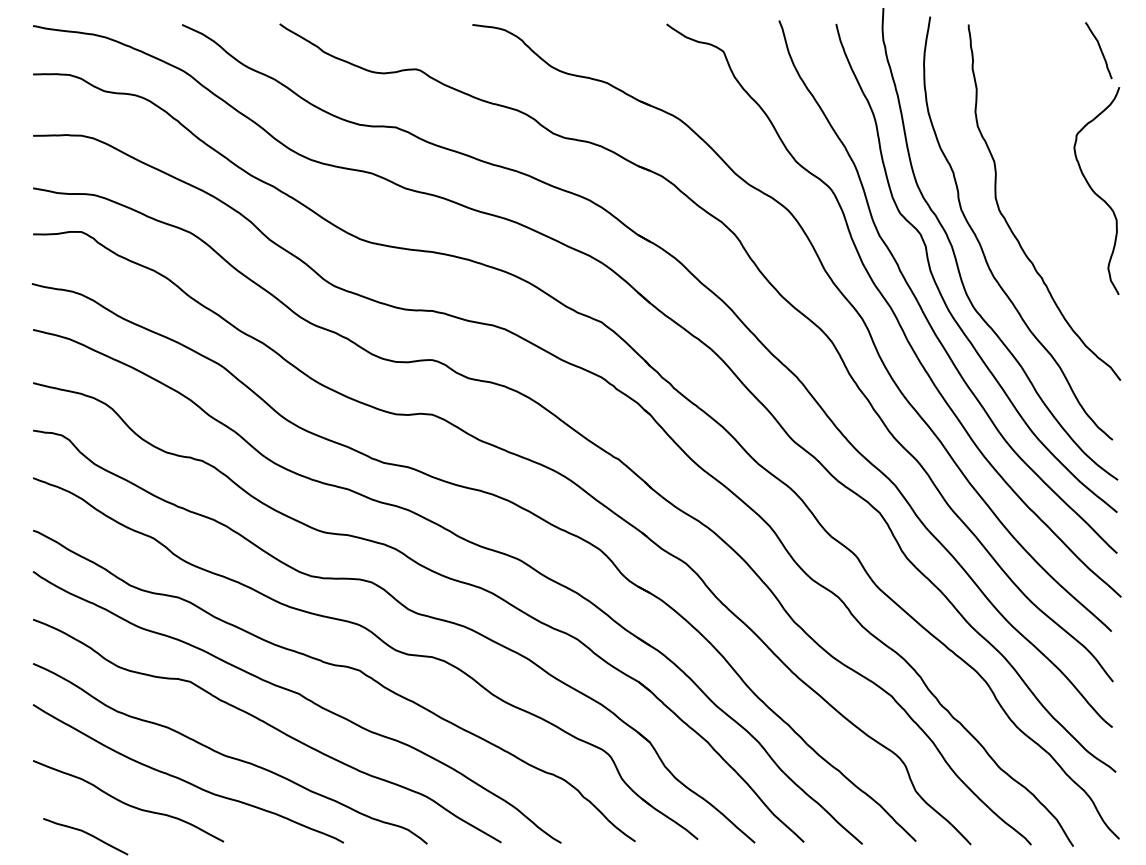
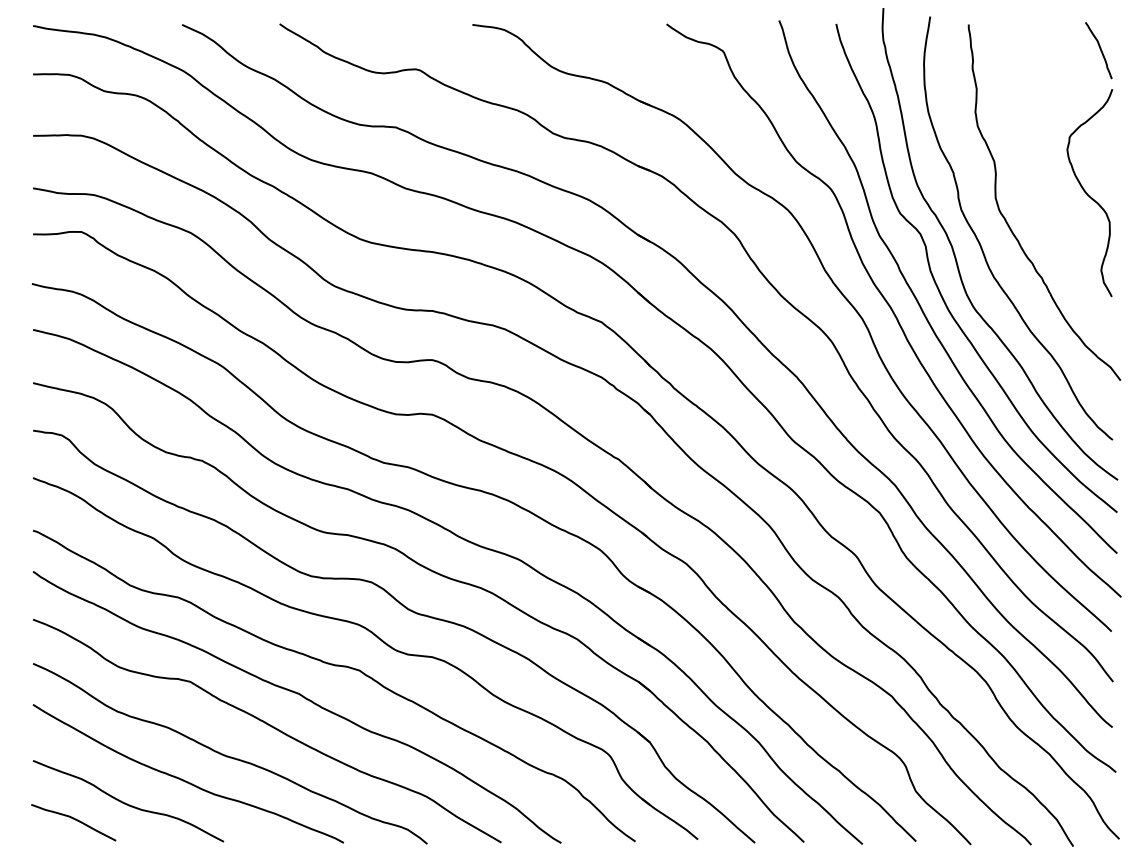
curve at (1095, 192) position: (1095, 192) -> (1088, 194)
curve at (87, 834) position: (87, 834) -> (75, 820)
